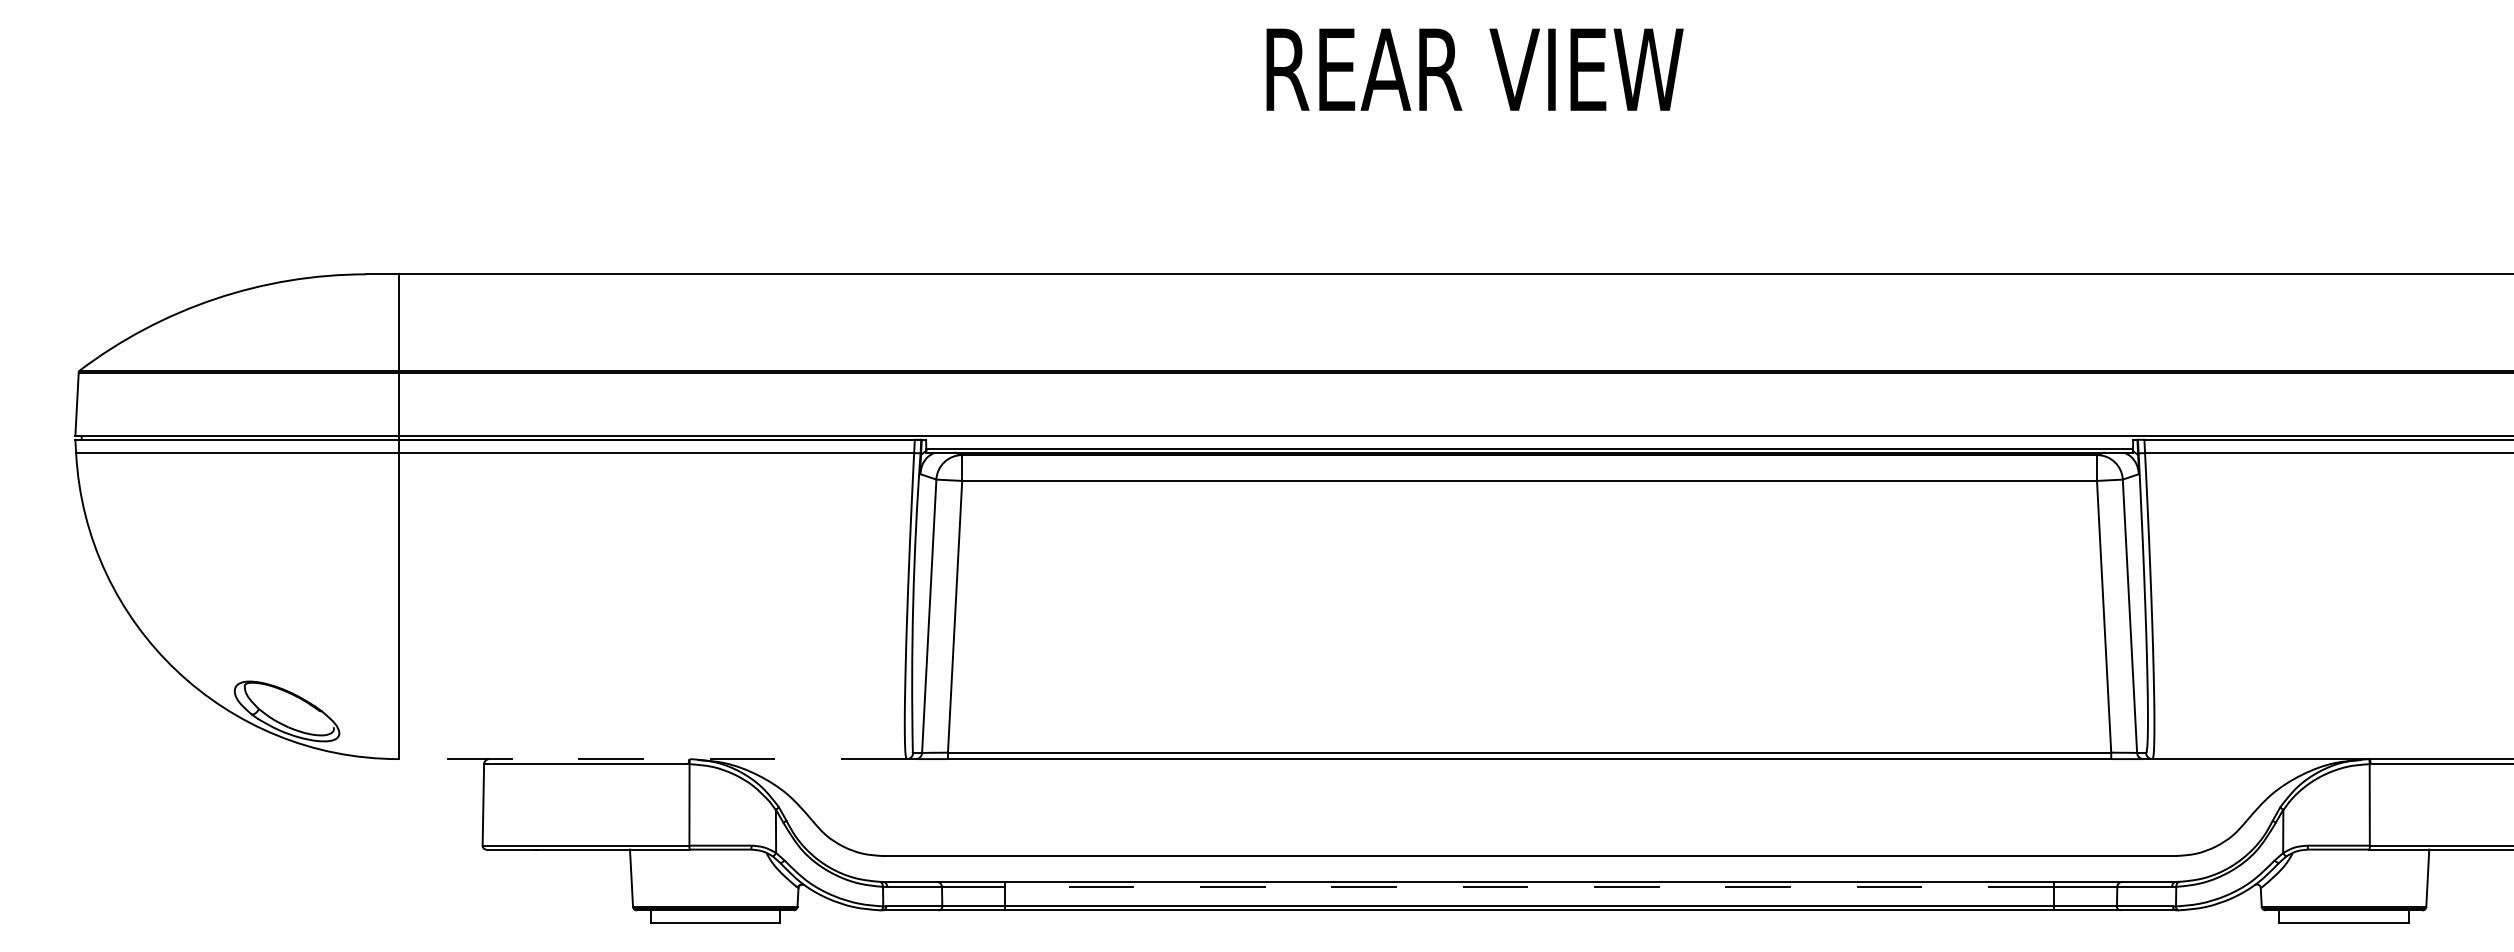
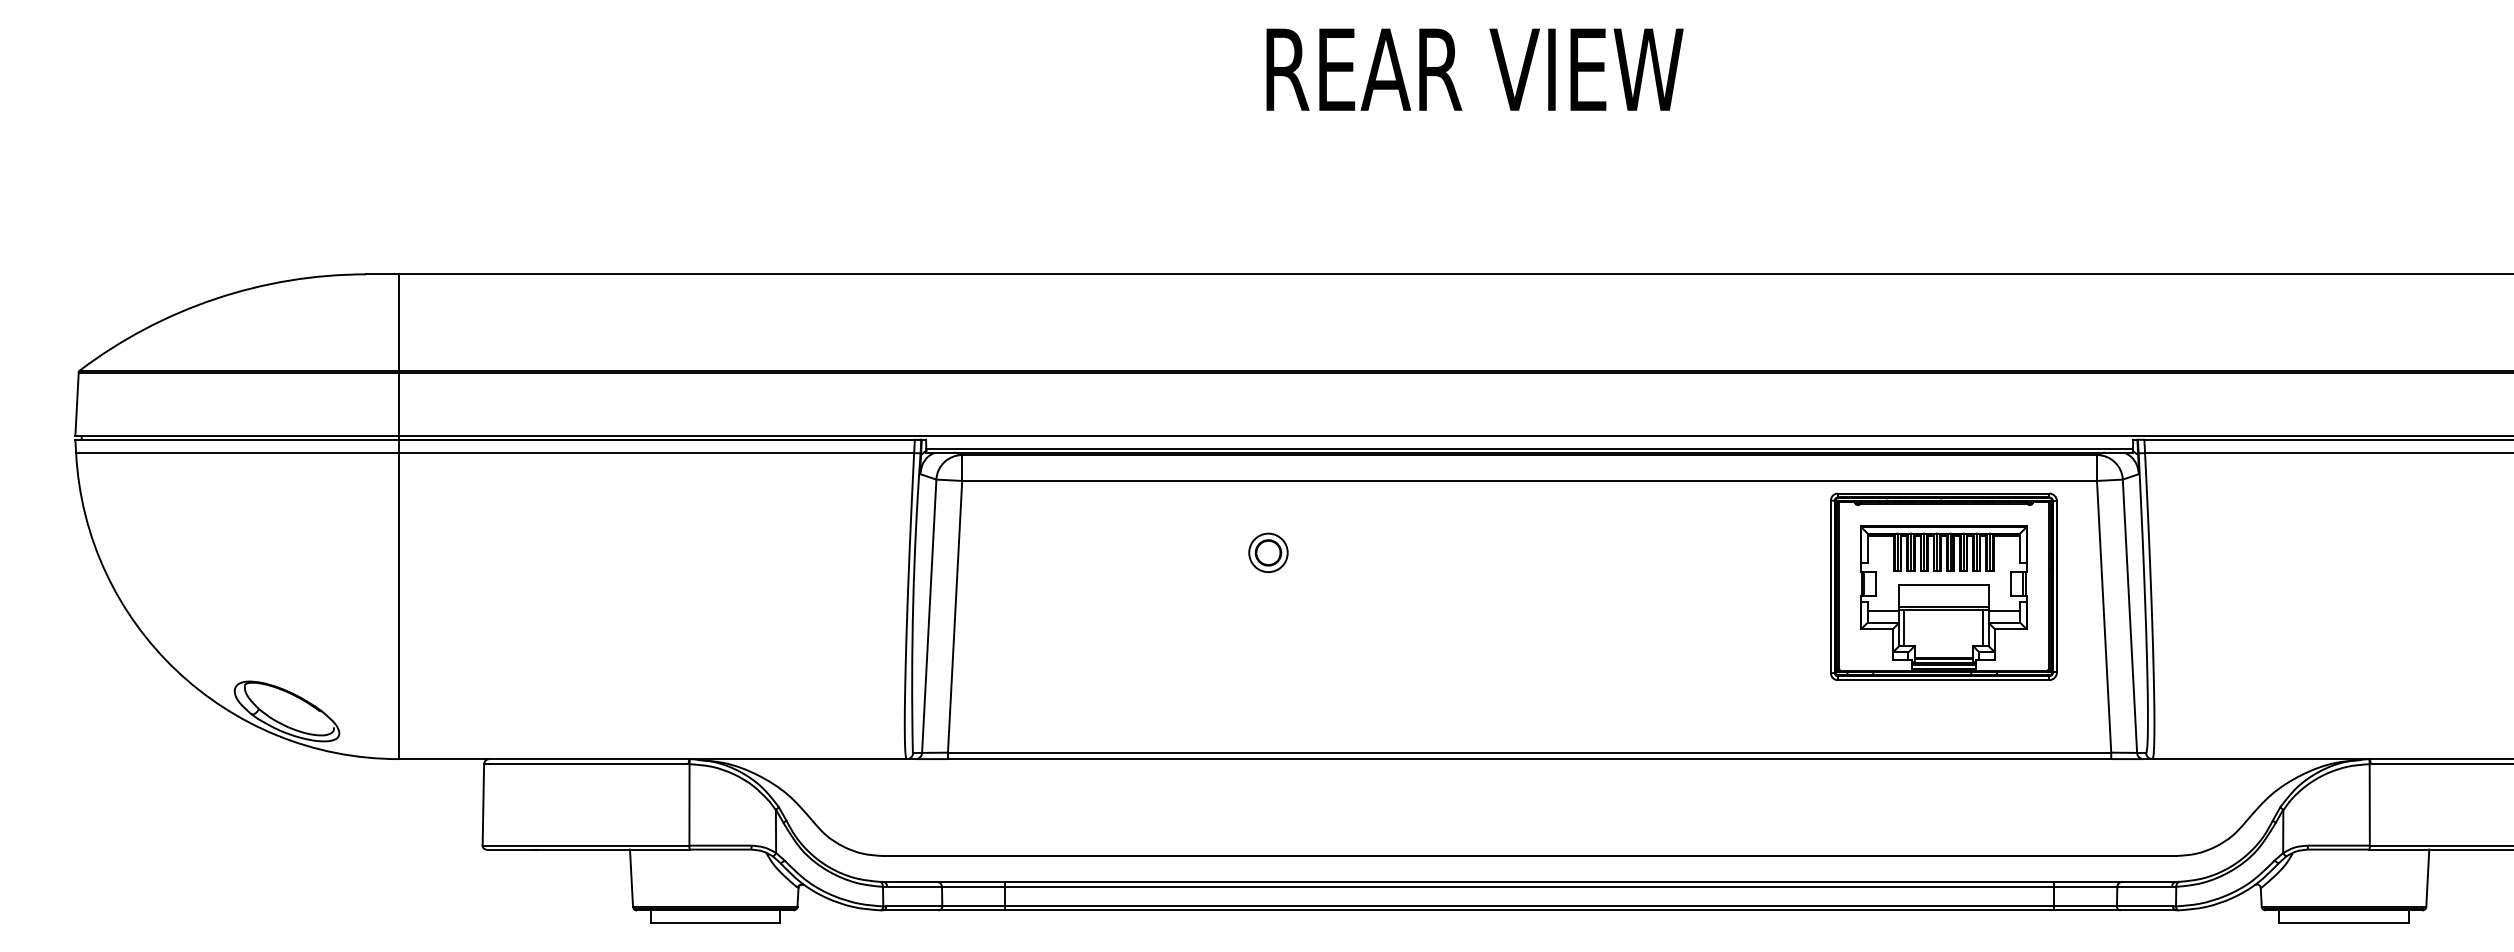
part at (1268, 552): none -> present
part at (1943, 586): none -> present
line at (652, 759): dashed -> solid
line at (1529, 887): dashed -> solid
